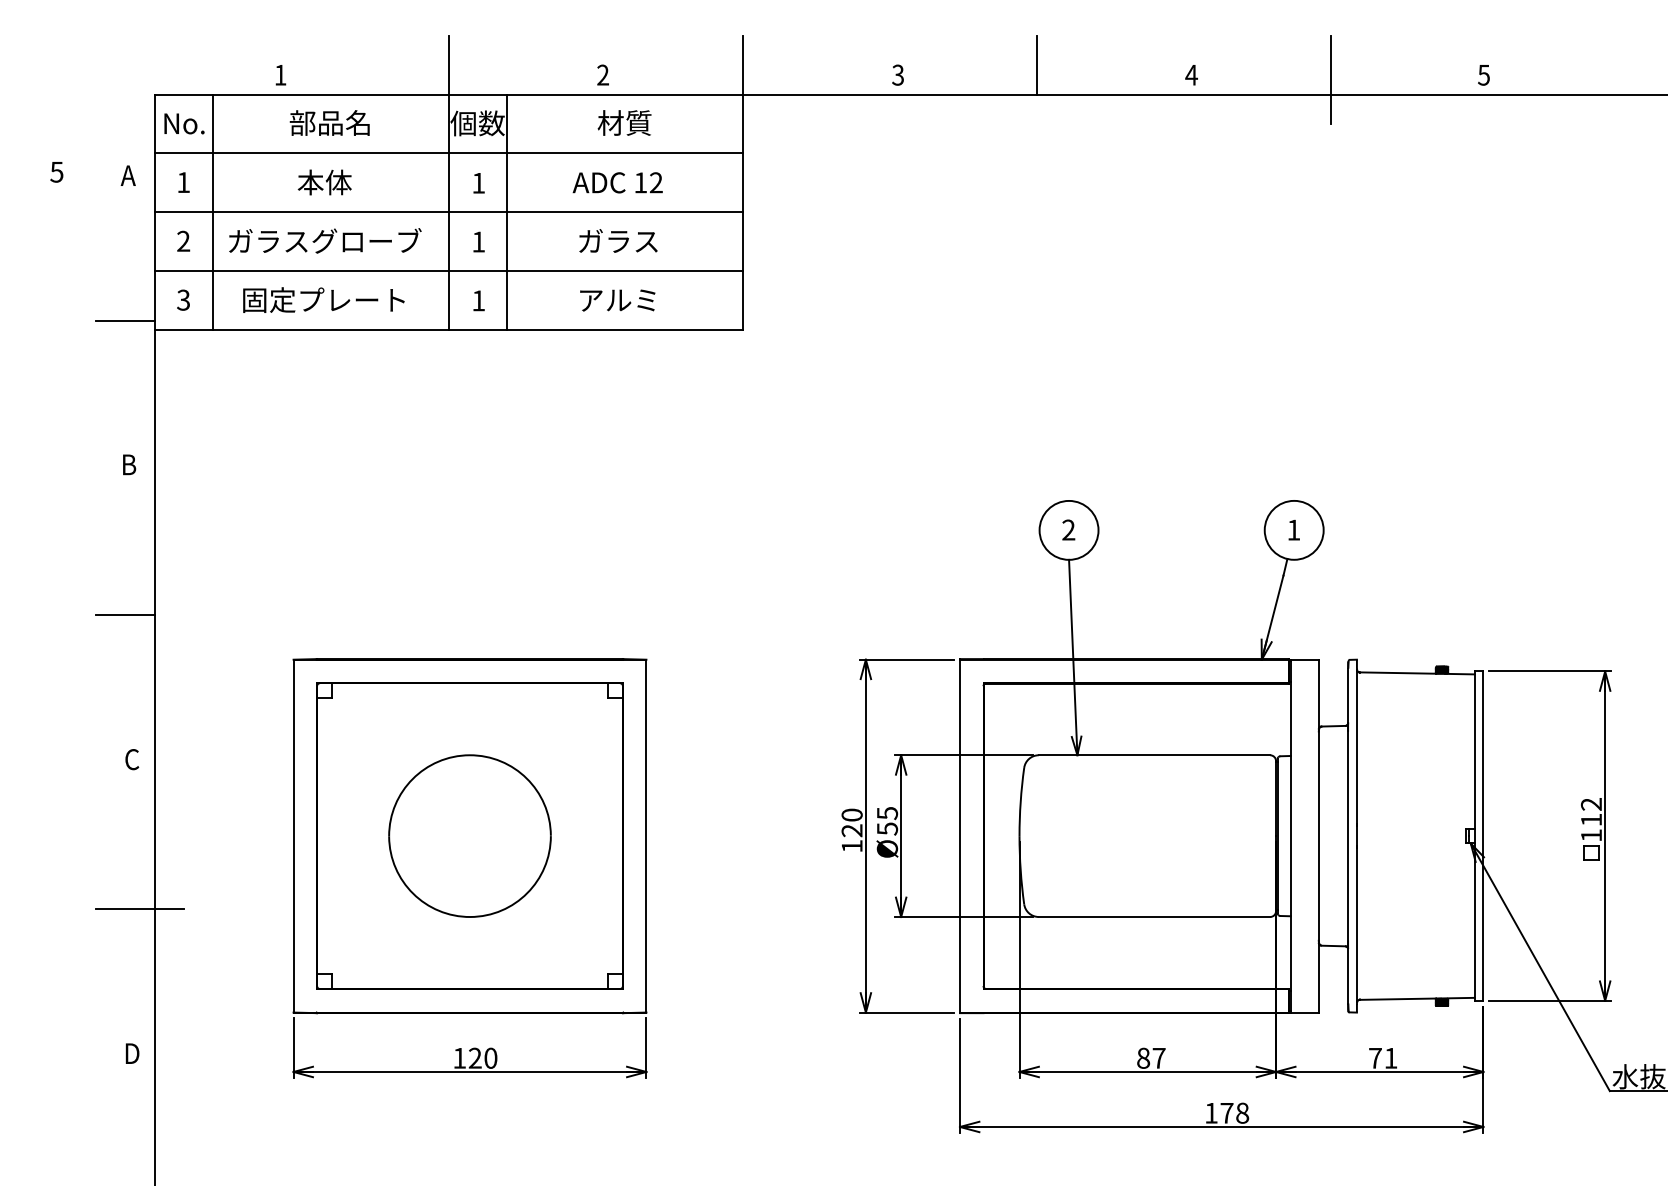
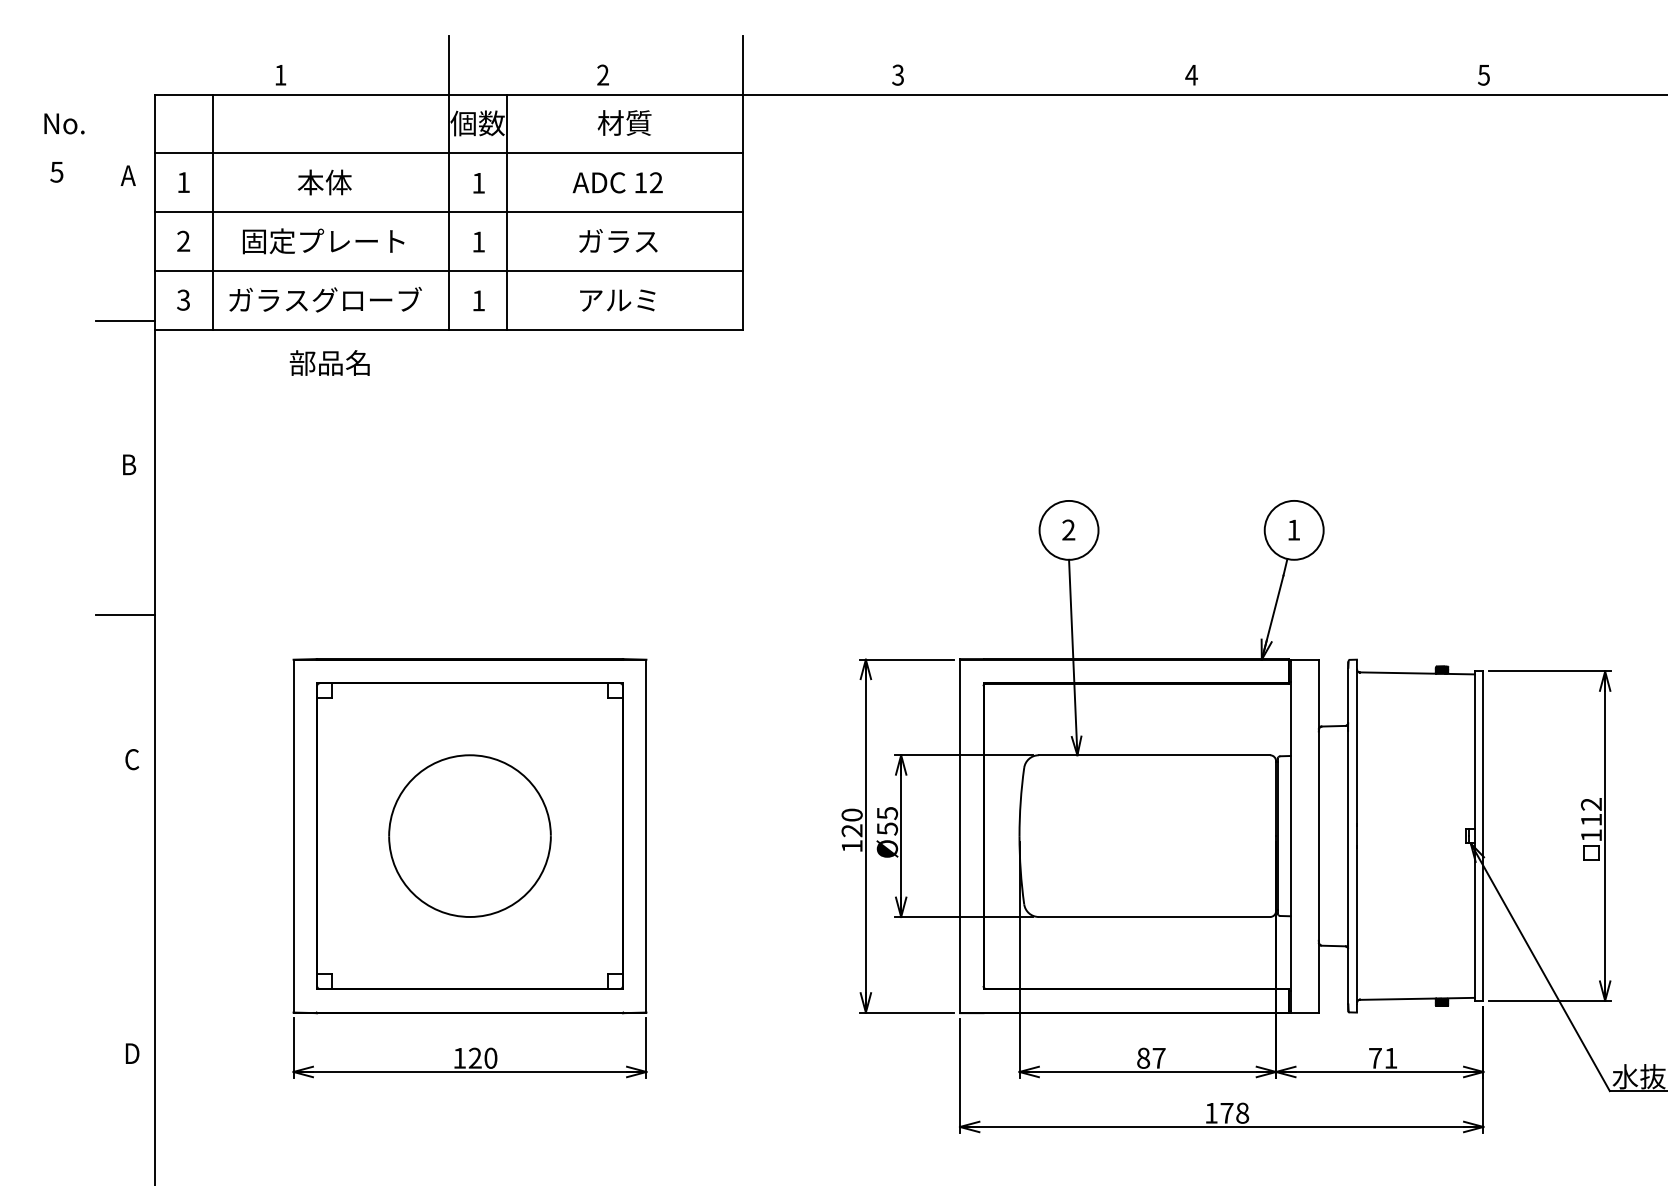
line at (1036, 64): present -> none
line at (1330, 79): present -> none
text at (329, 122) position: (329, 122) -> (329, 362)
text at (184, 123) position: (184, 123) -> (64, 123)
text at (325, 241): ガラスグローブ -> 固定プレート
text at (325, 299): 固定プレート -> ガラスグローブ
line at (139, 909): present -> none
